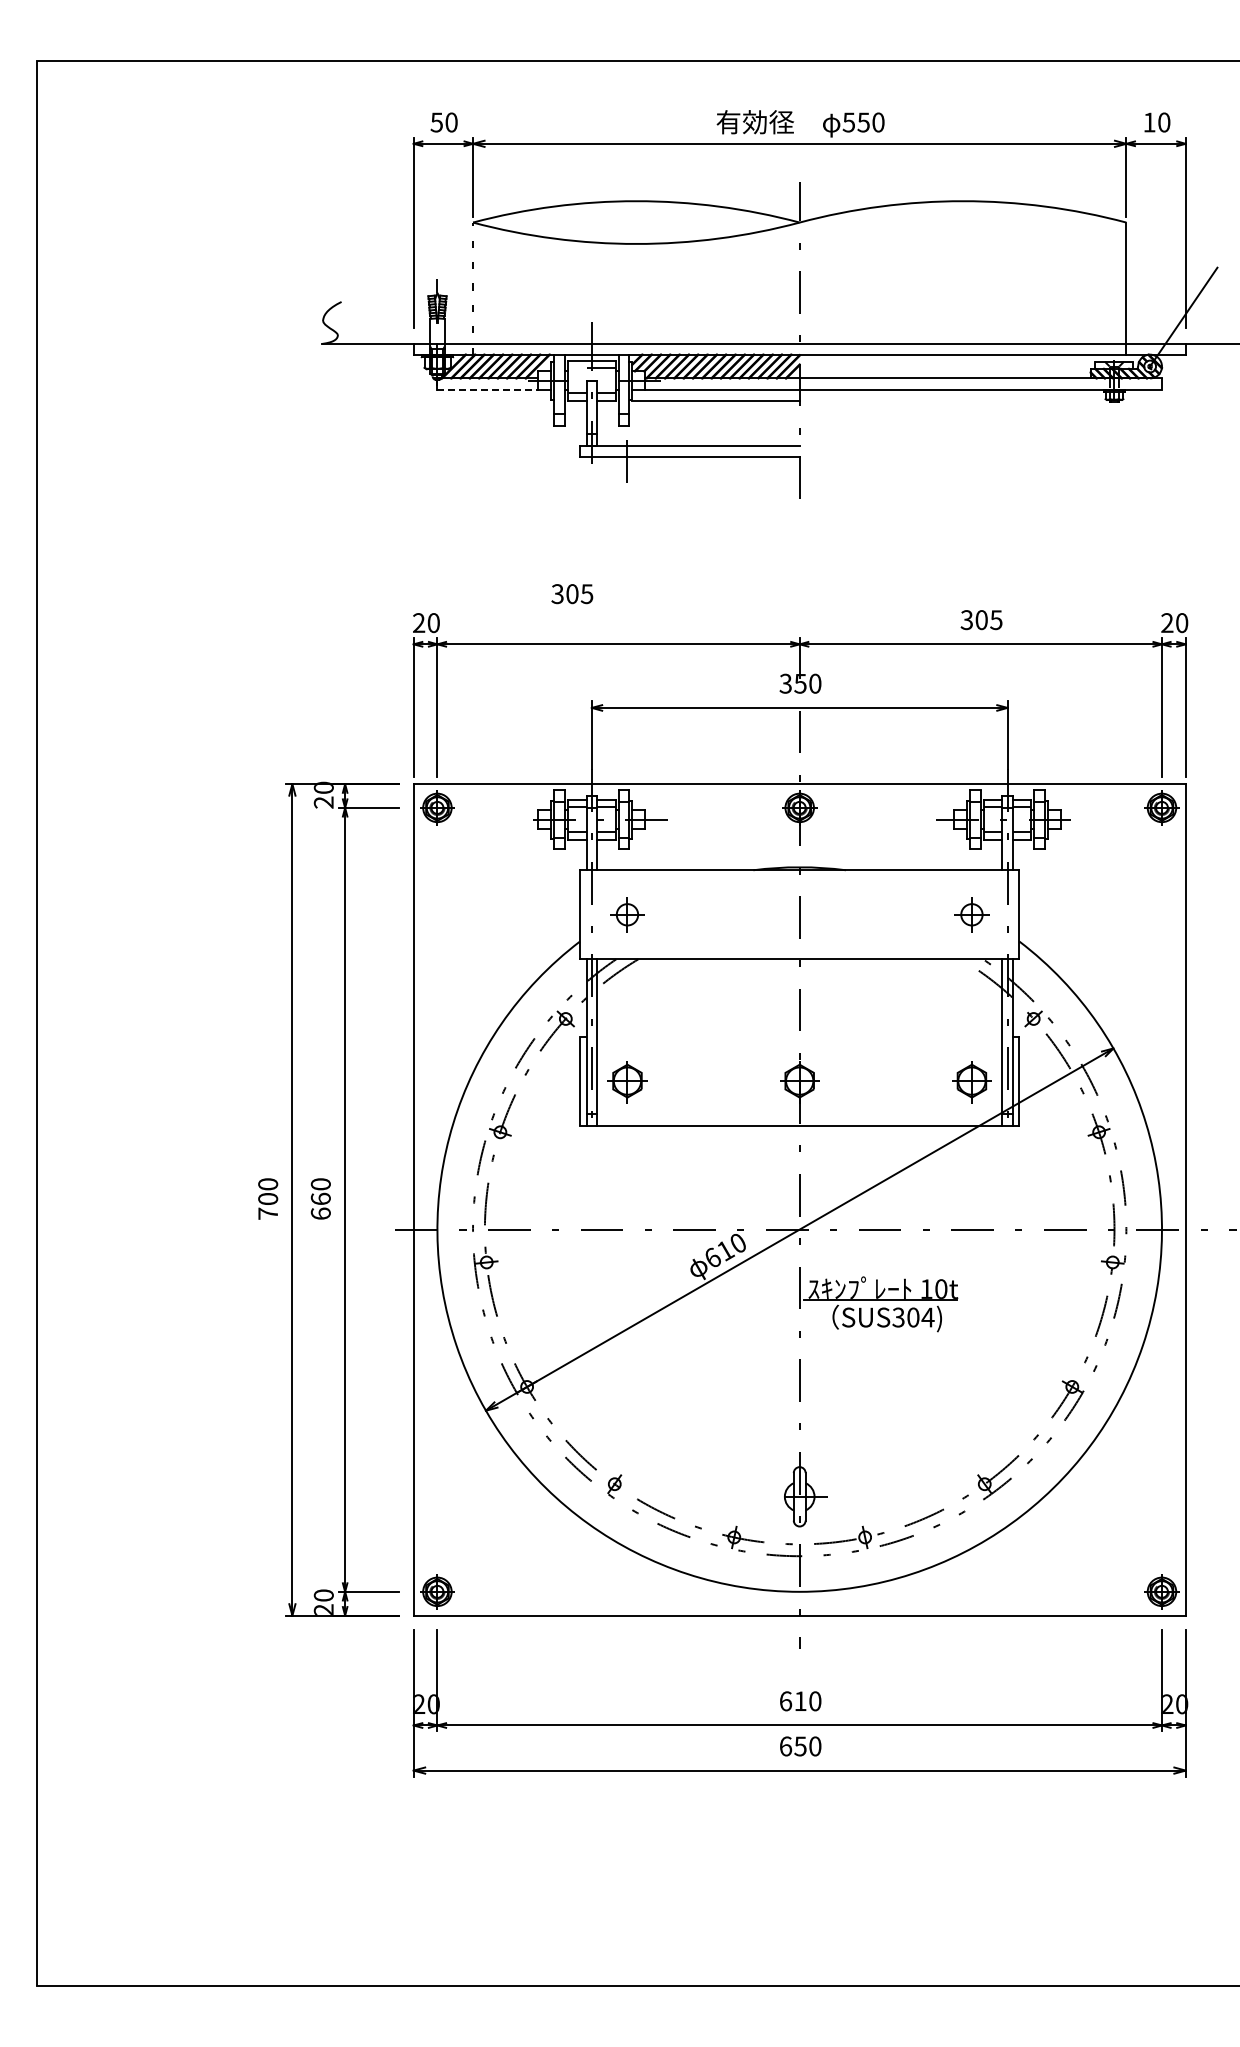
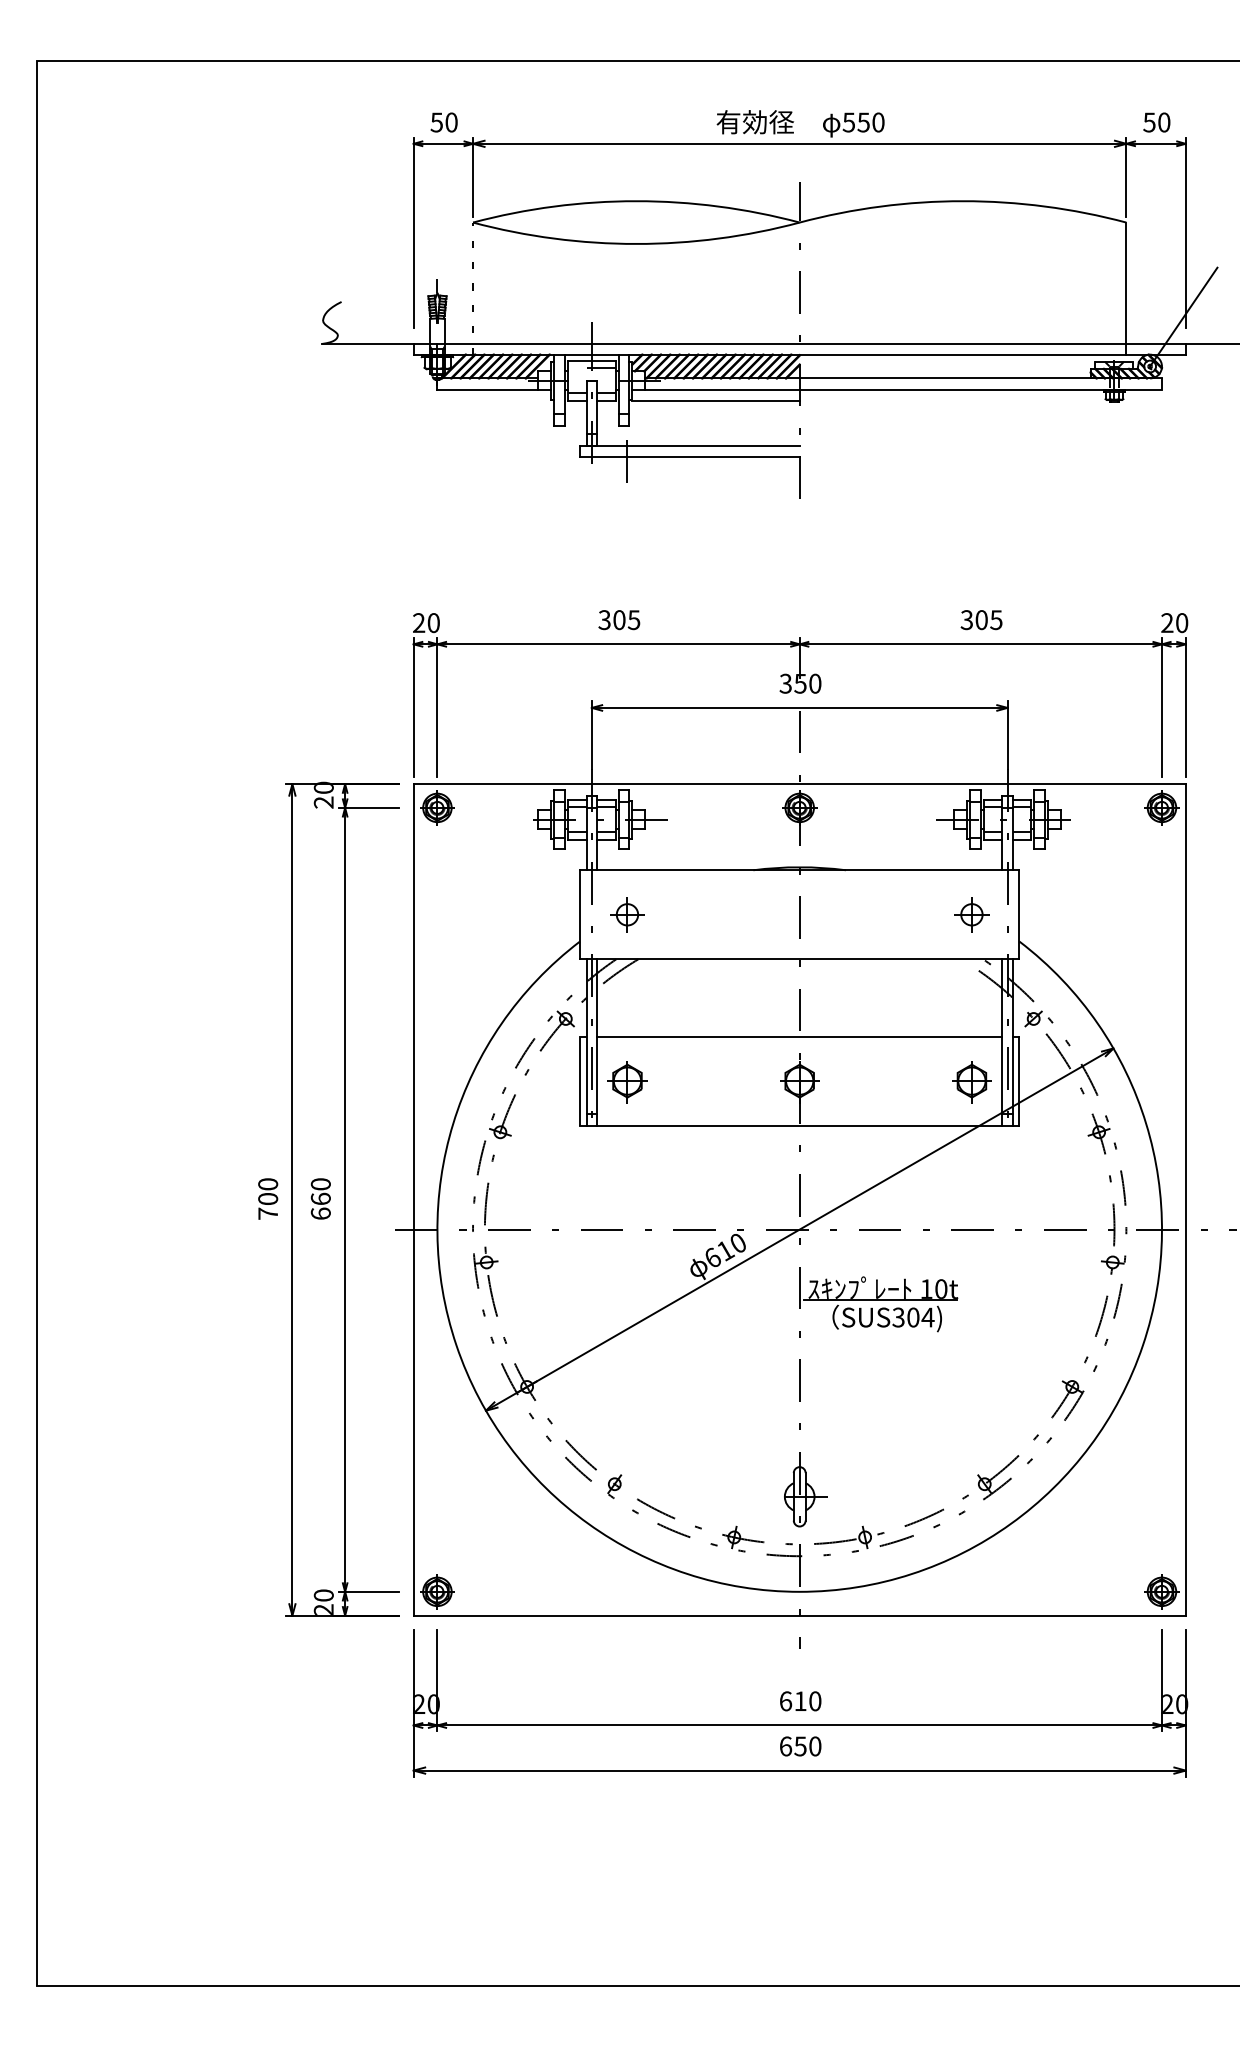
text at (1149, 122): 10 -> 50
line at (488, 390): dashed -> solid
text at (572, 594) position: (572, 594) -> (619, 620)
line at (799, 1036): none -> present
